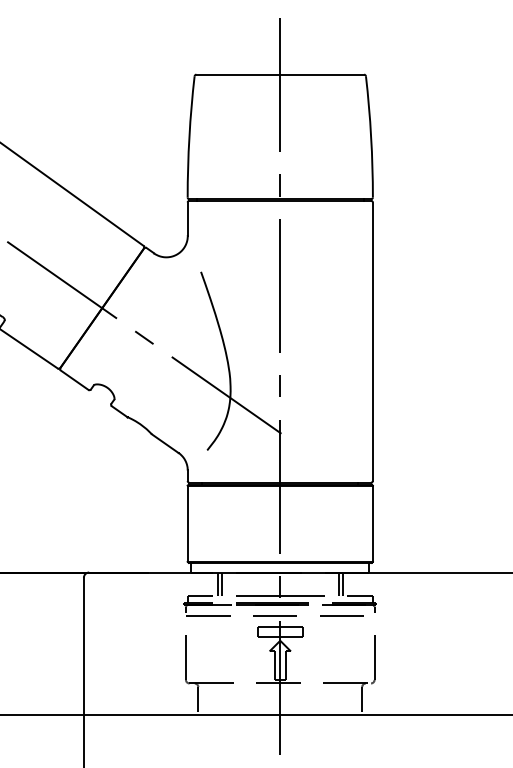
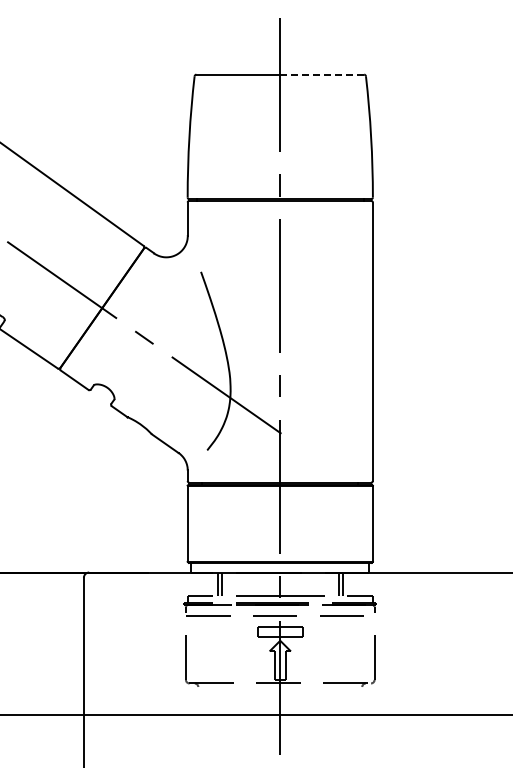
line at (322, 74): solid -> dashed
line at (198, 699): present -> none
line at (362, 699): present -> none
